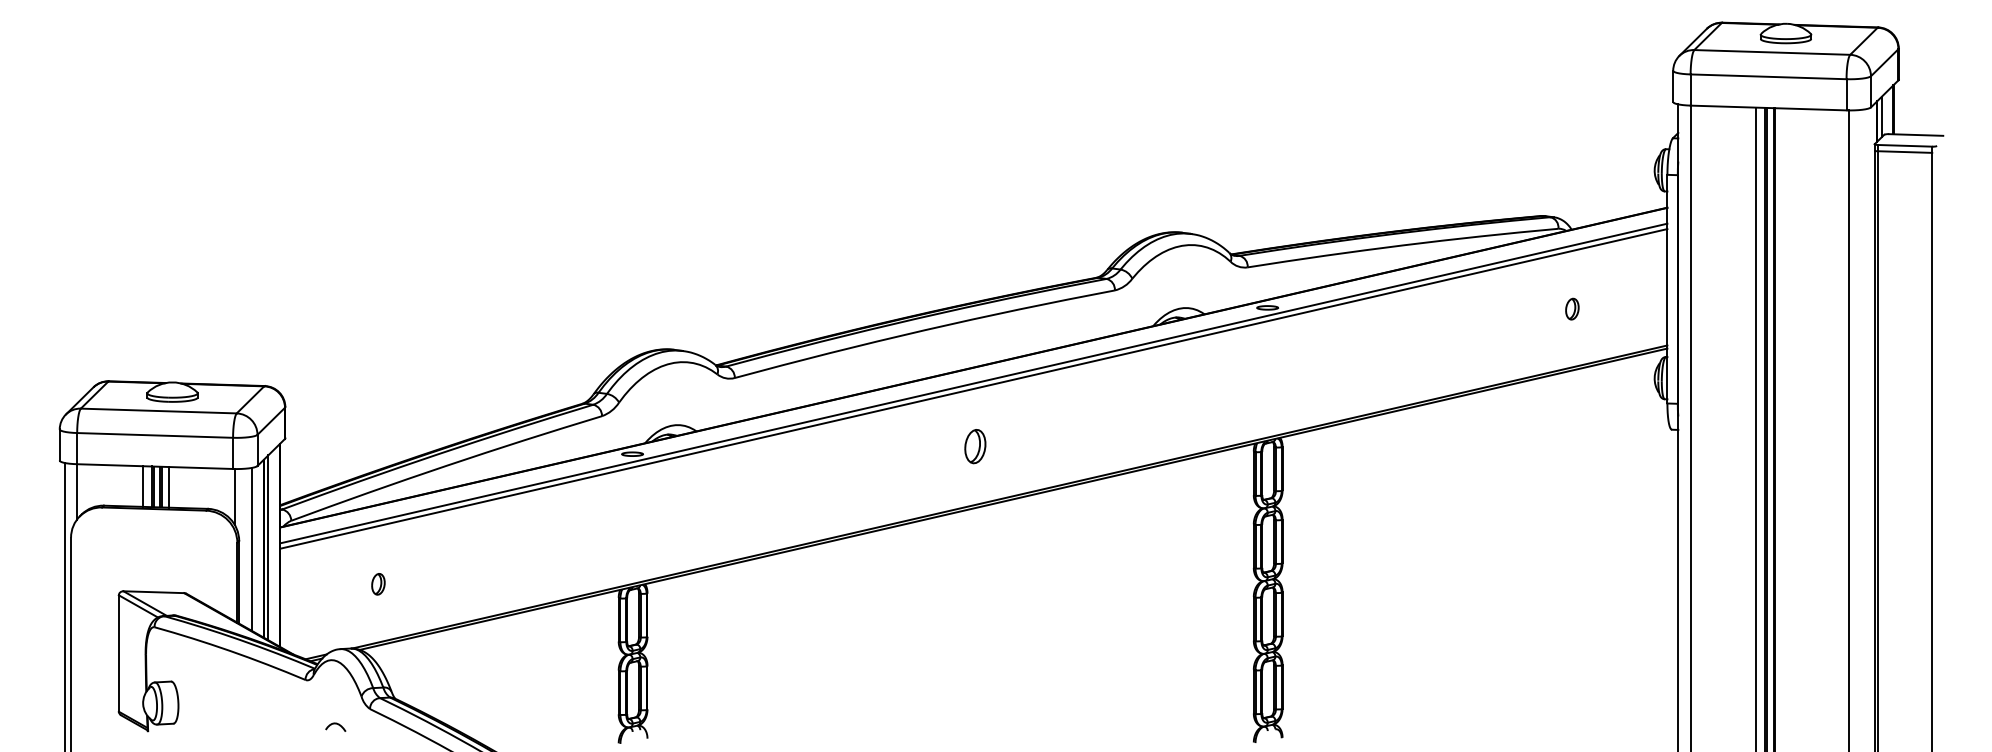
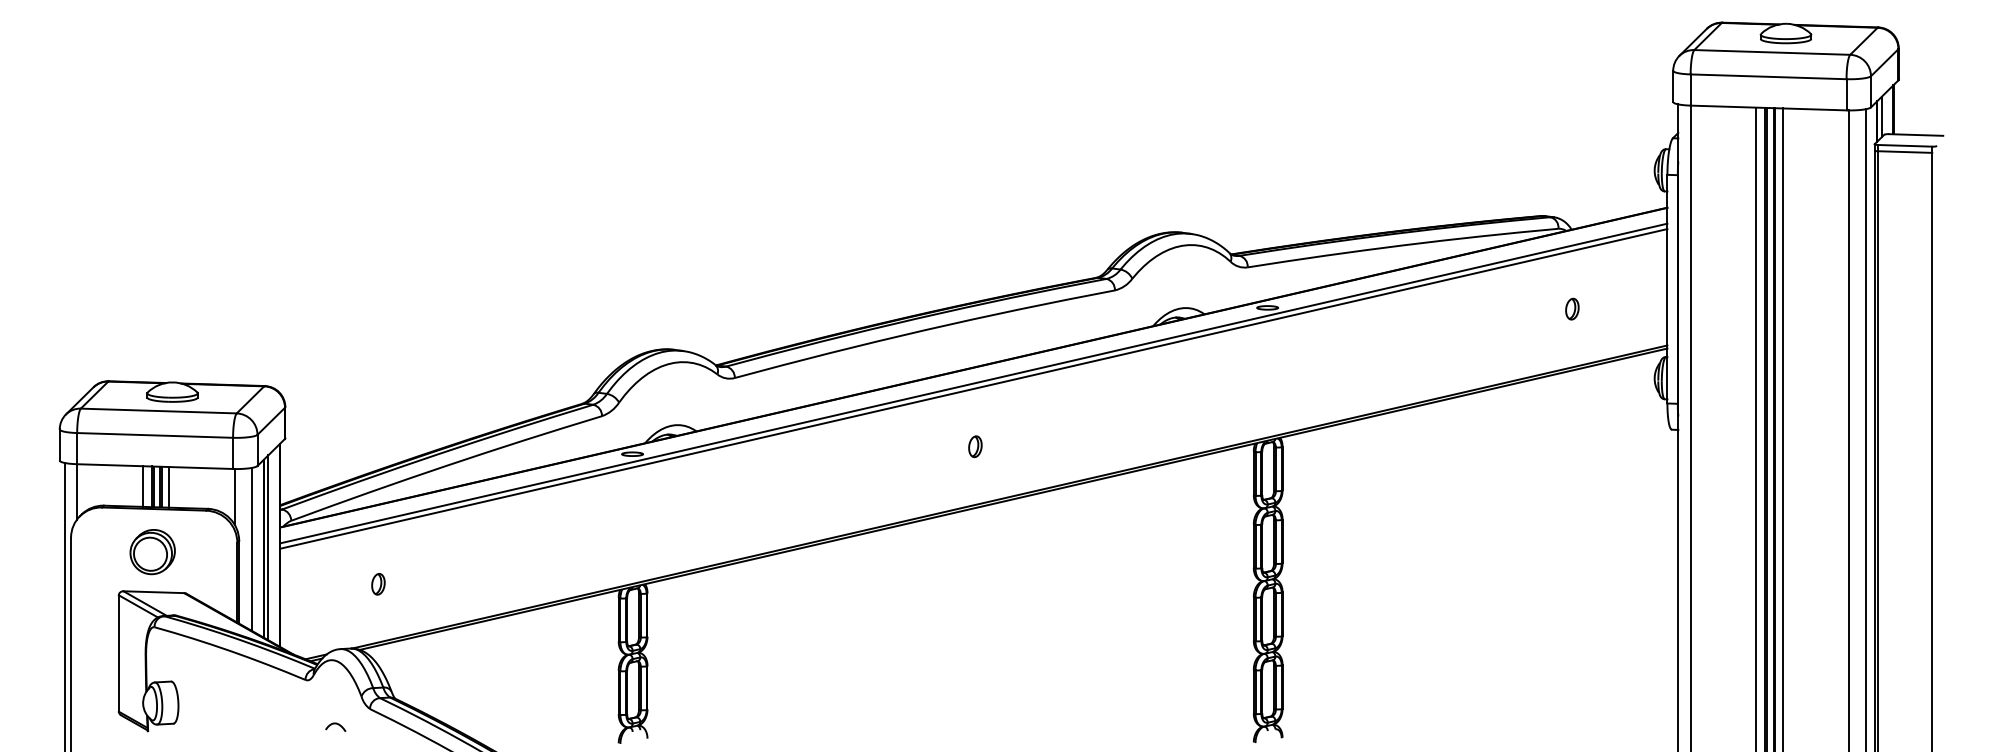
line at (1782, 428): none -> present
line at (1865, 428): none -> present
part at (975, 446) size: 23x36 px -> 15x24 px
part at (152, 552): none -> present
